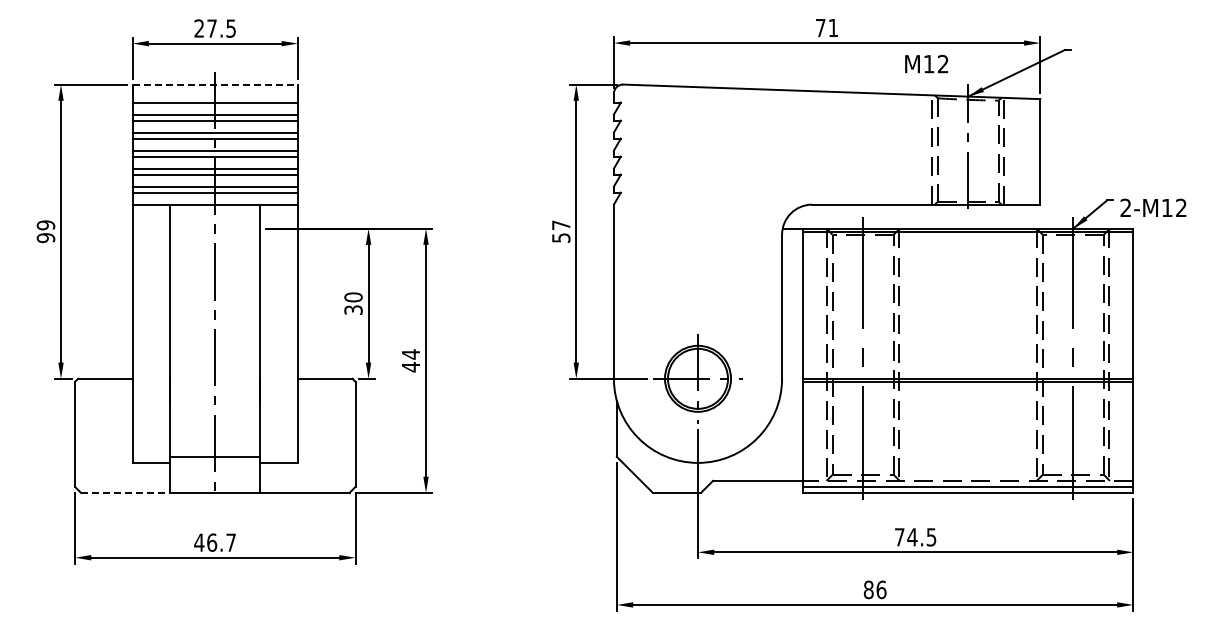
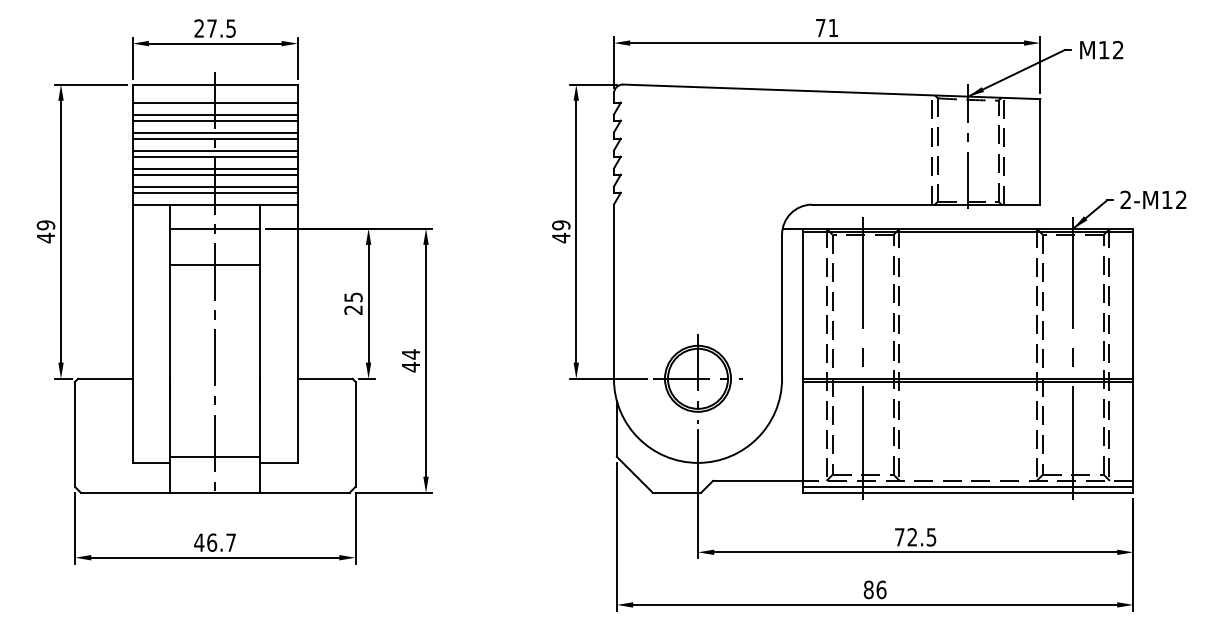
text at (926, 63) position: (926, 63) -> (1101, 49)
line at (215, 84): dashed -> solid
text at (1153, 207) position: (1153, 207) -> (1153, 199)
line at (215, 228): none -> present
text at (561, 231): 57 -> 49
text at (45, 237): 99 -> 49
line at (215, 264): none -> present
text at (353, 303): 30 -> 25
line at (125, 492): dashed -> solid
text at (912, 537): 74.5 -> 72.5
